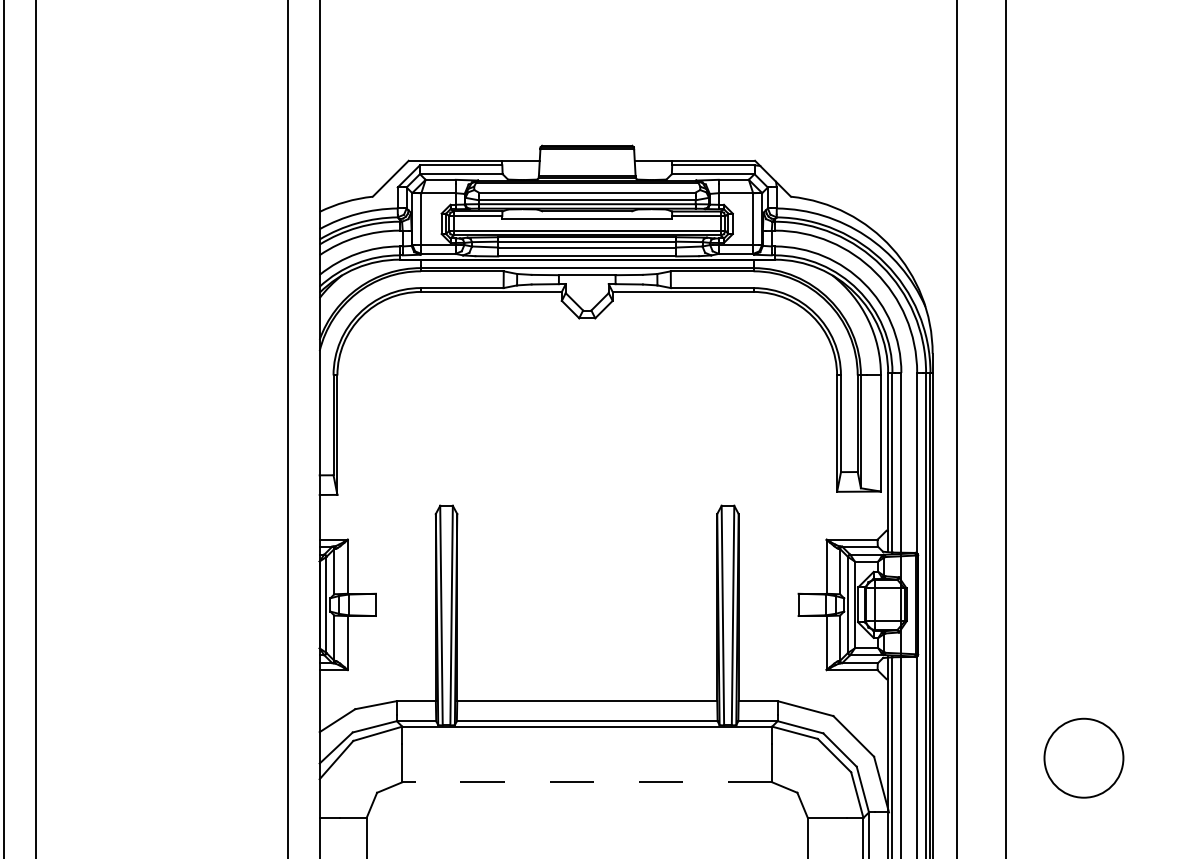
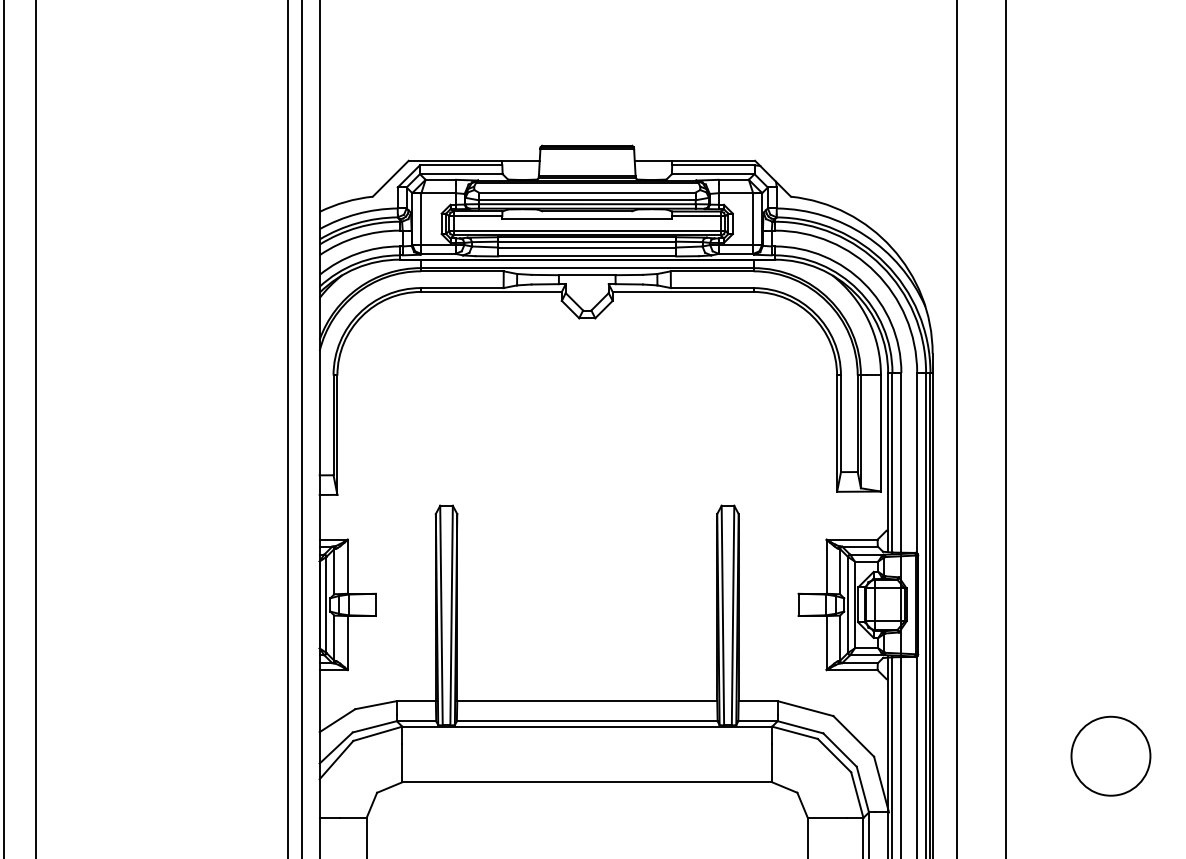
line at (302, 428): none -> present
circle at (1083, 757) position: (1083, 757) -> (1110, 755)
line at (587, 782): dashed -> solid
